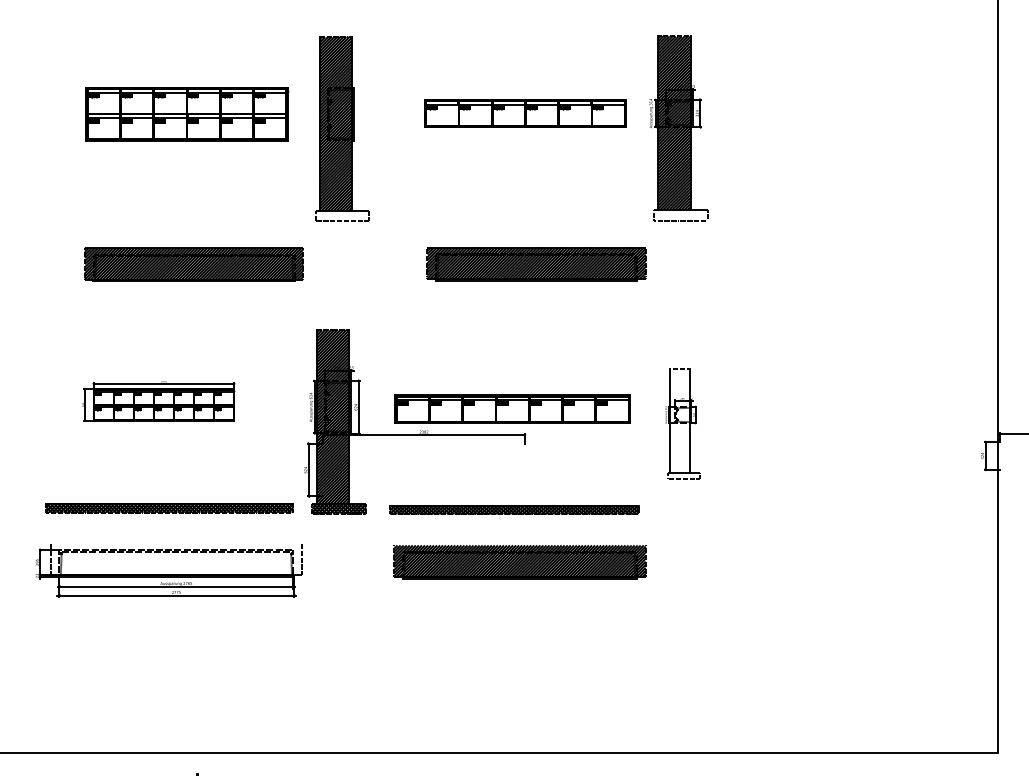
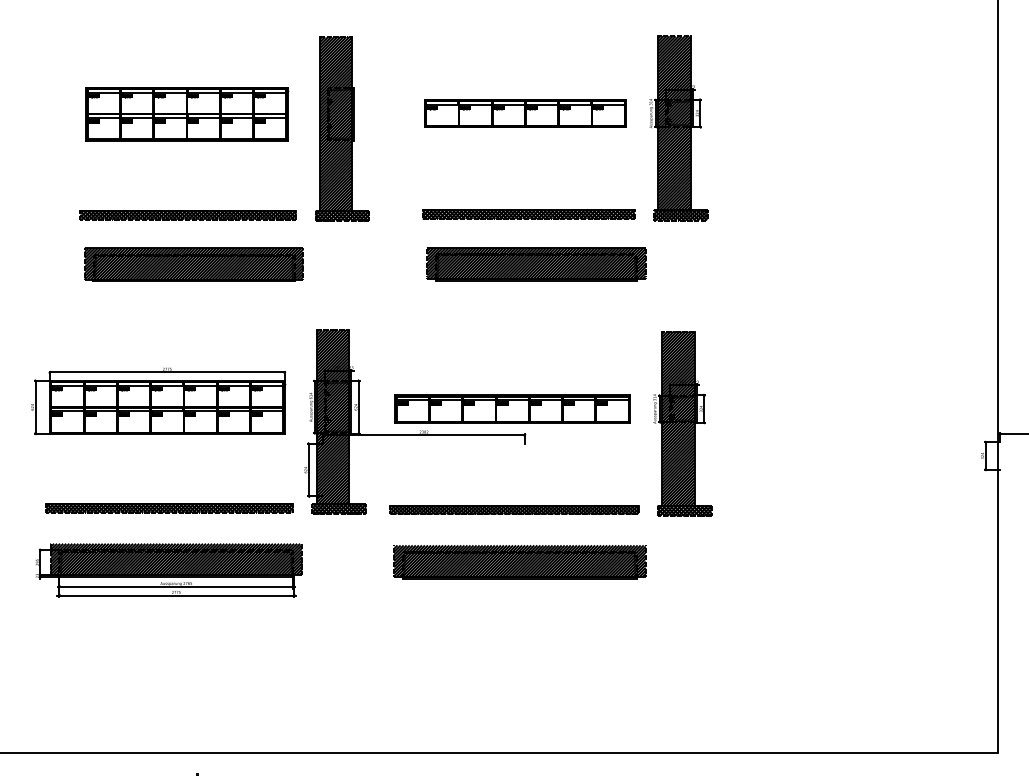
part at (528, 214): none -> present
part at (187, 215): none -> present
hatch at (680, 215): none -> present
hatch at (342, 216): none -> present
part at (158, 401) size: 154x41 px -> 256x68 px
part at (682, 423) size: 36x112 px -> 60x186 px
hatch at (176, 558): none -> present
